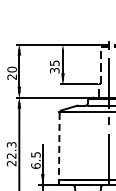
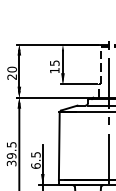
text at (54, 70): 35 -> 15
line at (59, 146): dashed -> solid
text at (11, 154): 22.3 -> 39.5
